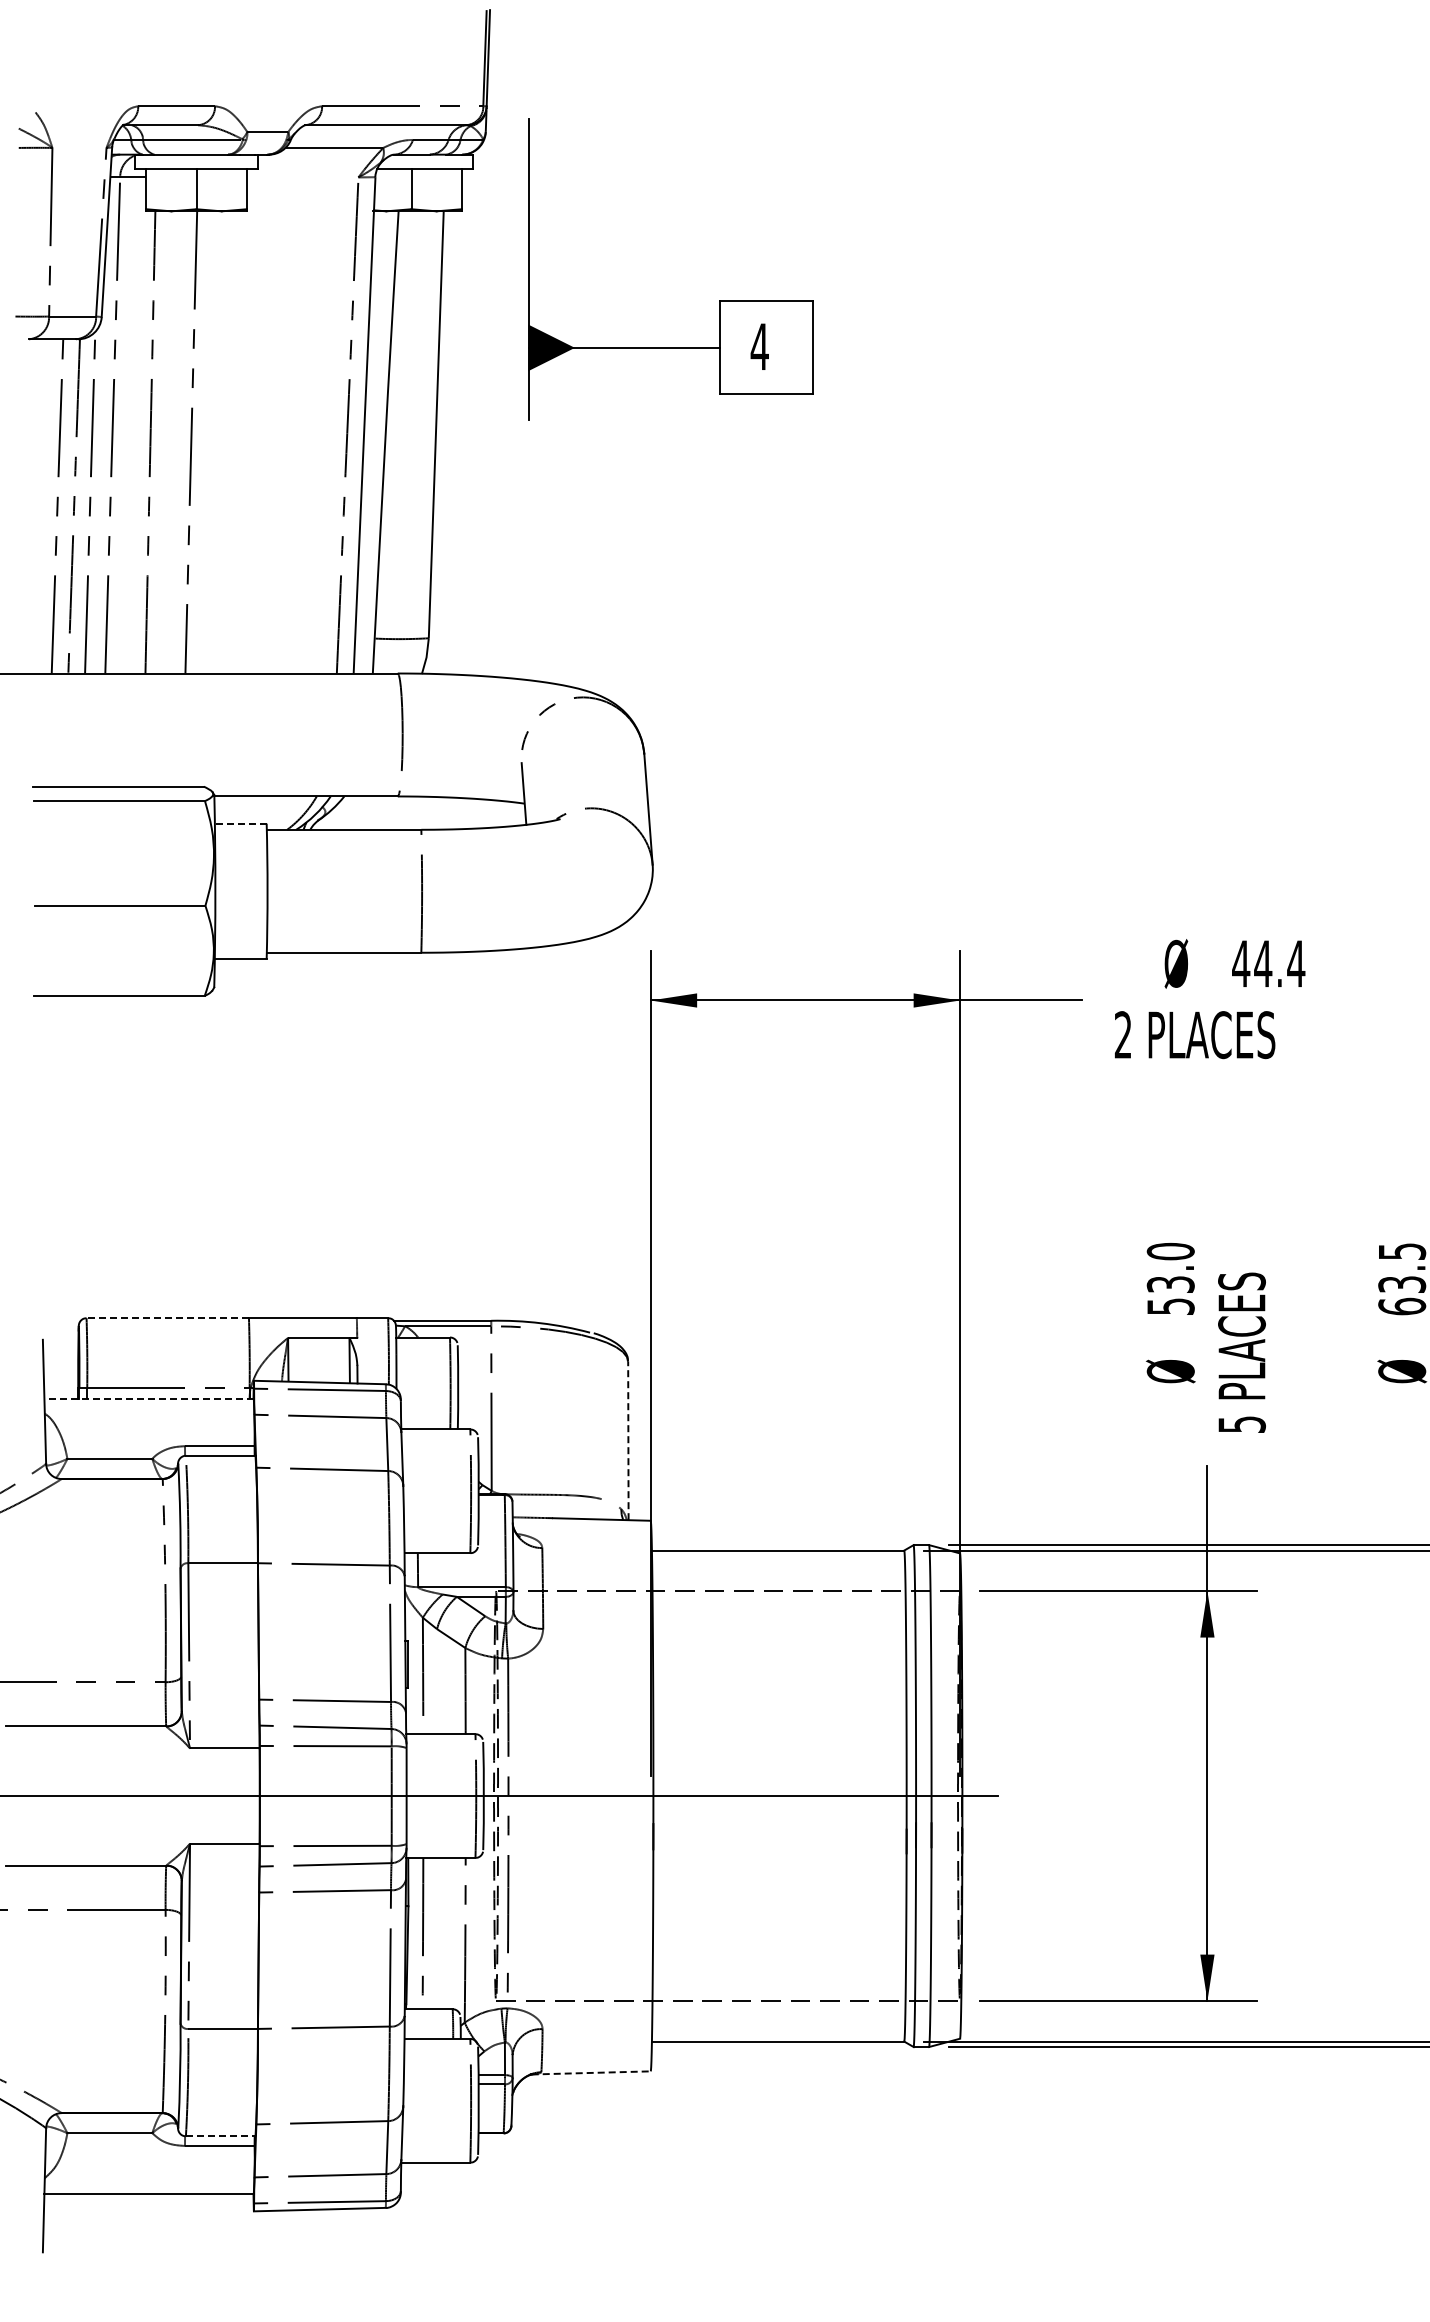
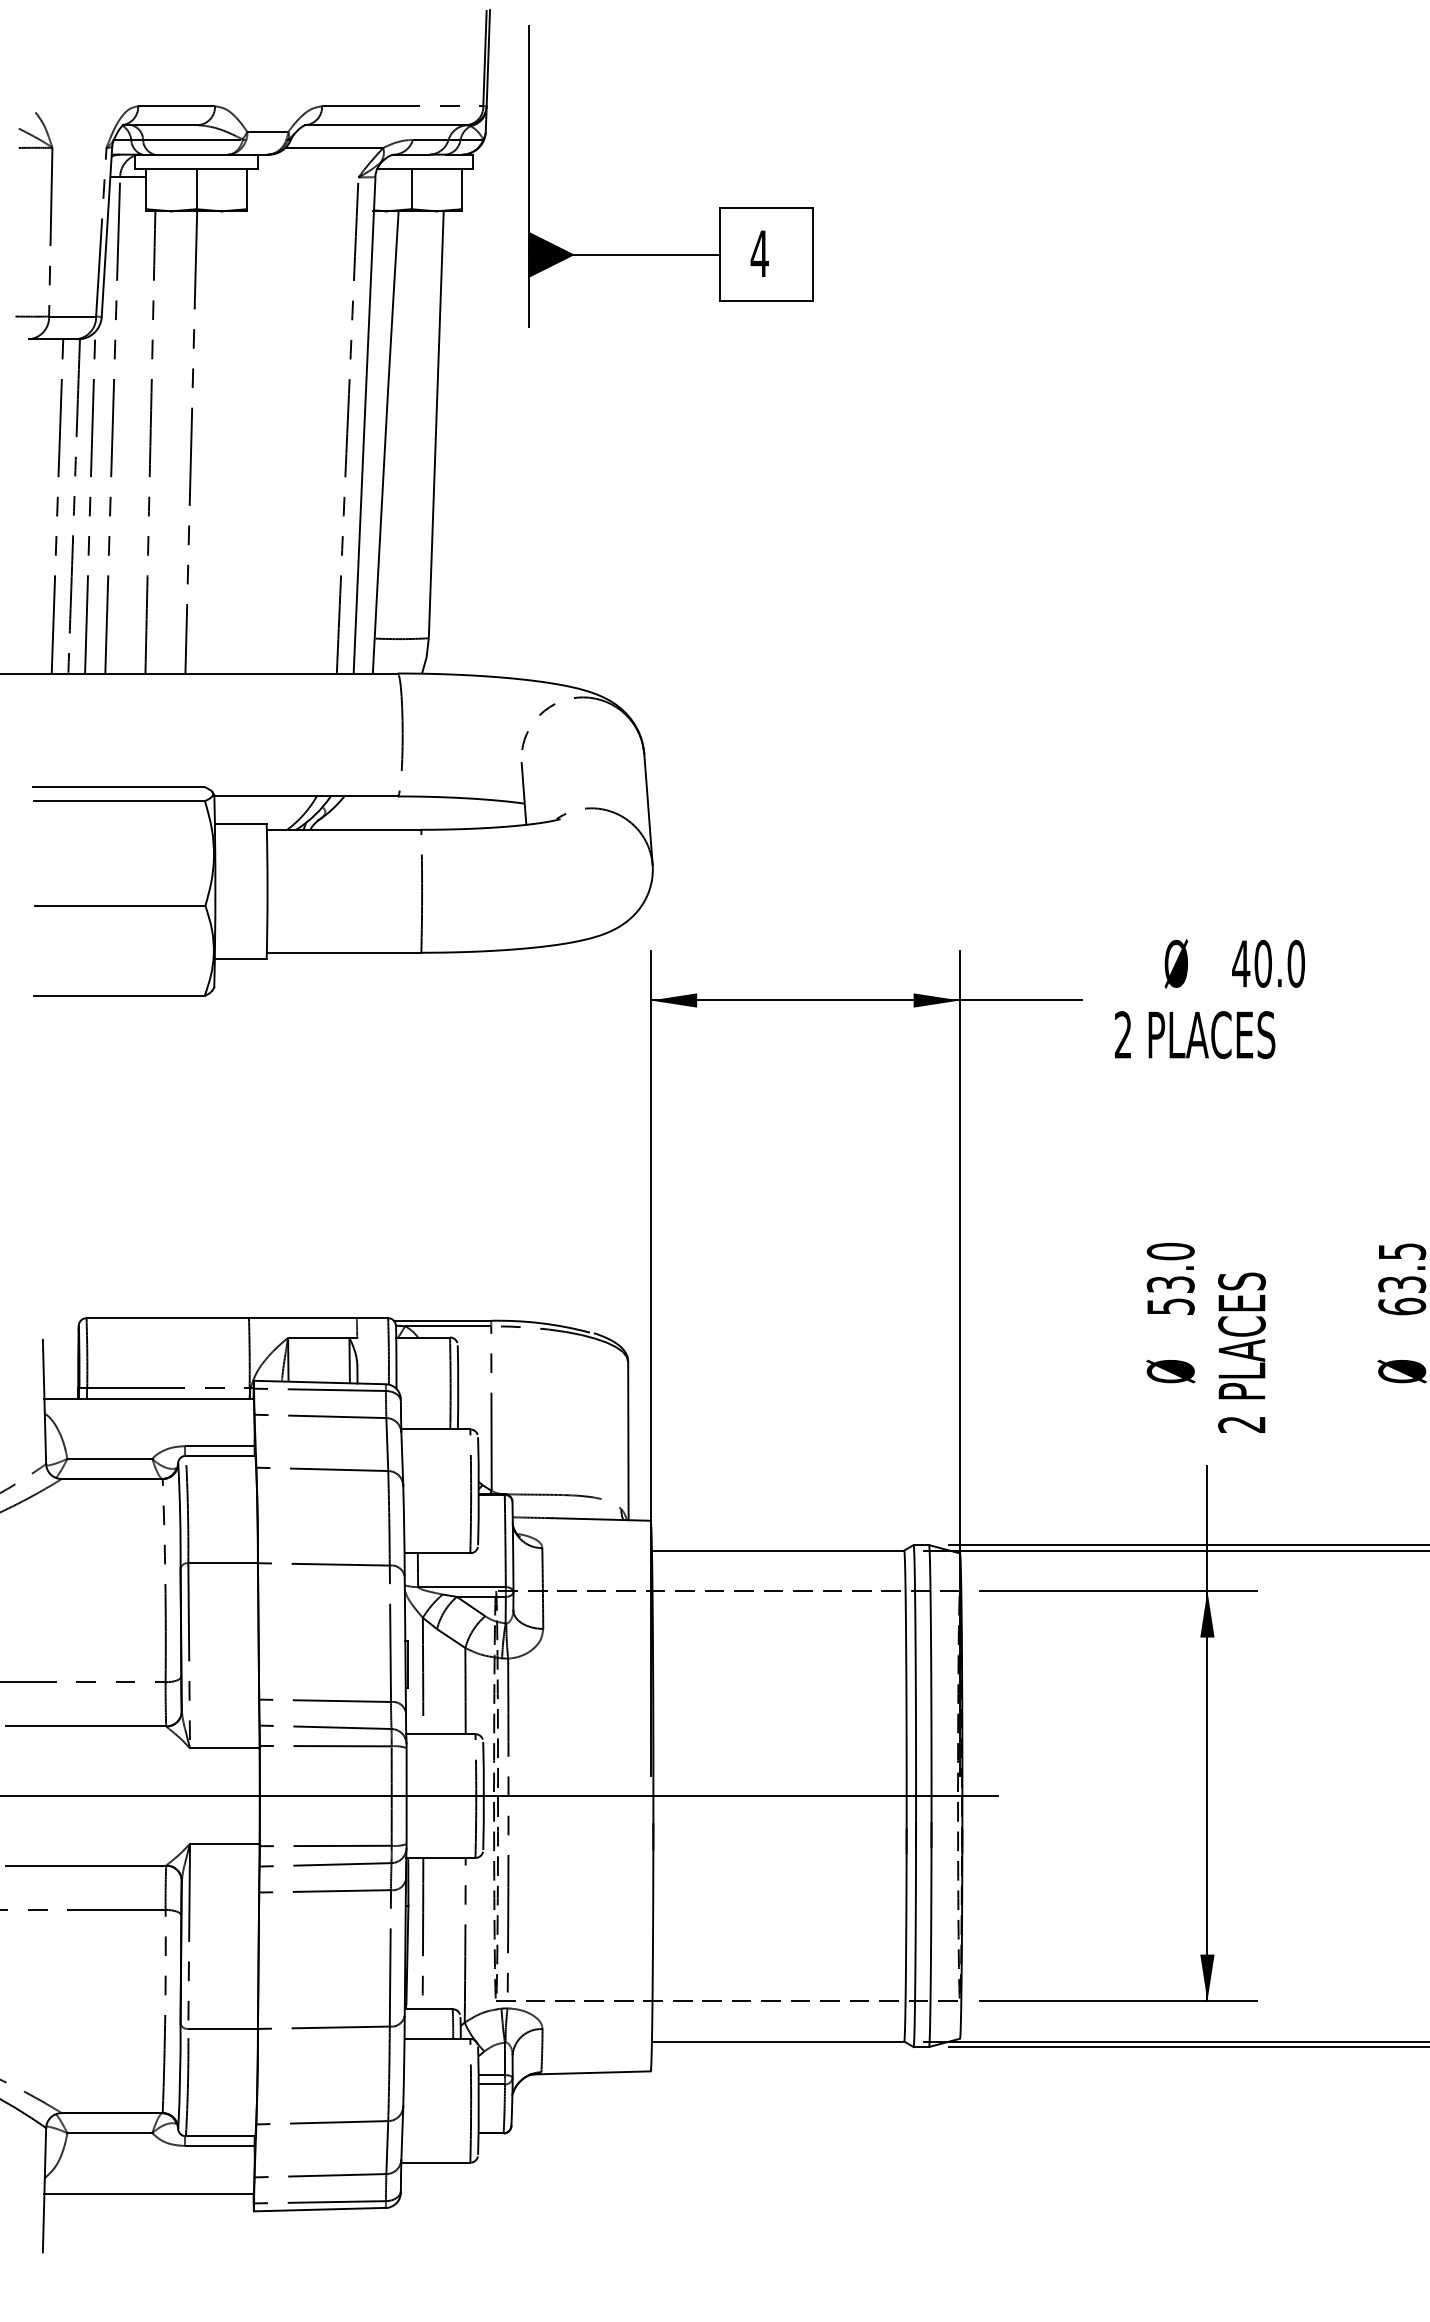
part at (719, 300) position: (719, 300) -> (719, 207)
line at (240, 823): dashed -> solid
text at (1279, 963): 44.4 -> 40.0
line at (167, 1318): dashed -> solid
line at (149, 1398): dashed -> solid
text at (1241, 1424): 5 -> 2
line at (628, 1440): dashed -> solid
line at (591, 2072): dashed -> solid
line at (220, 2136): dashed -> solid
